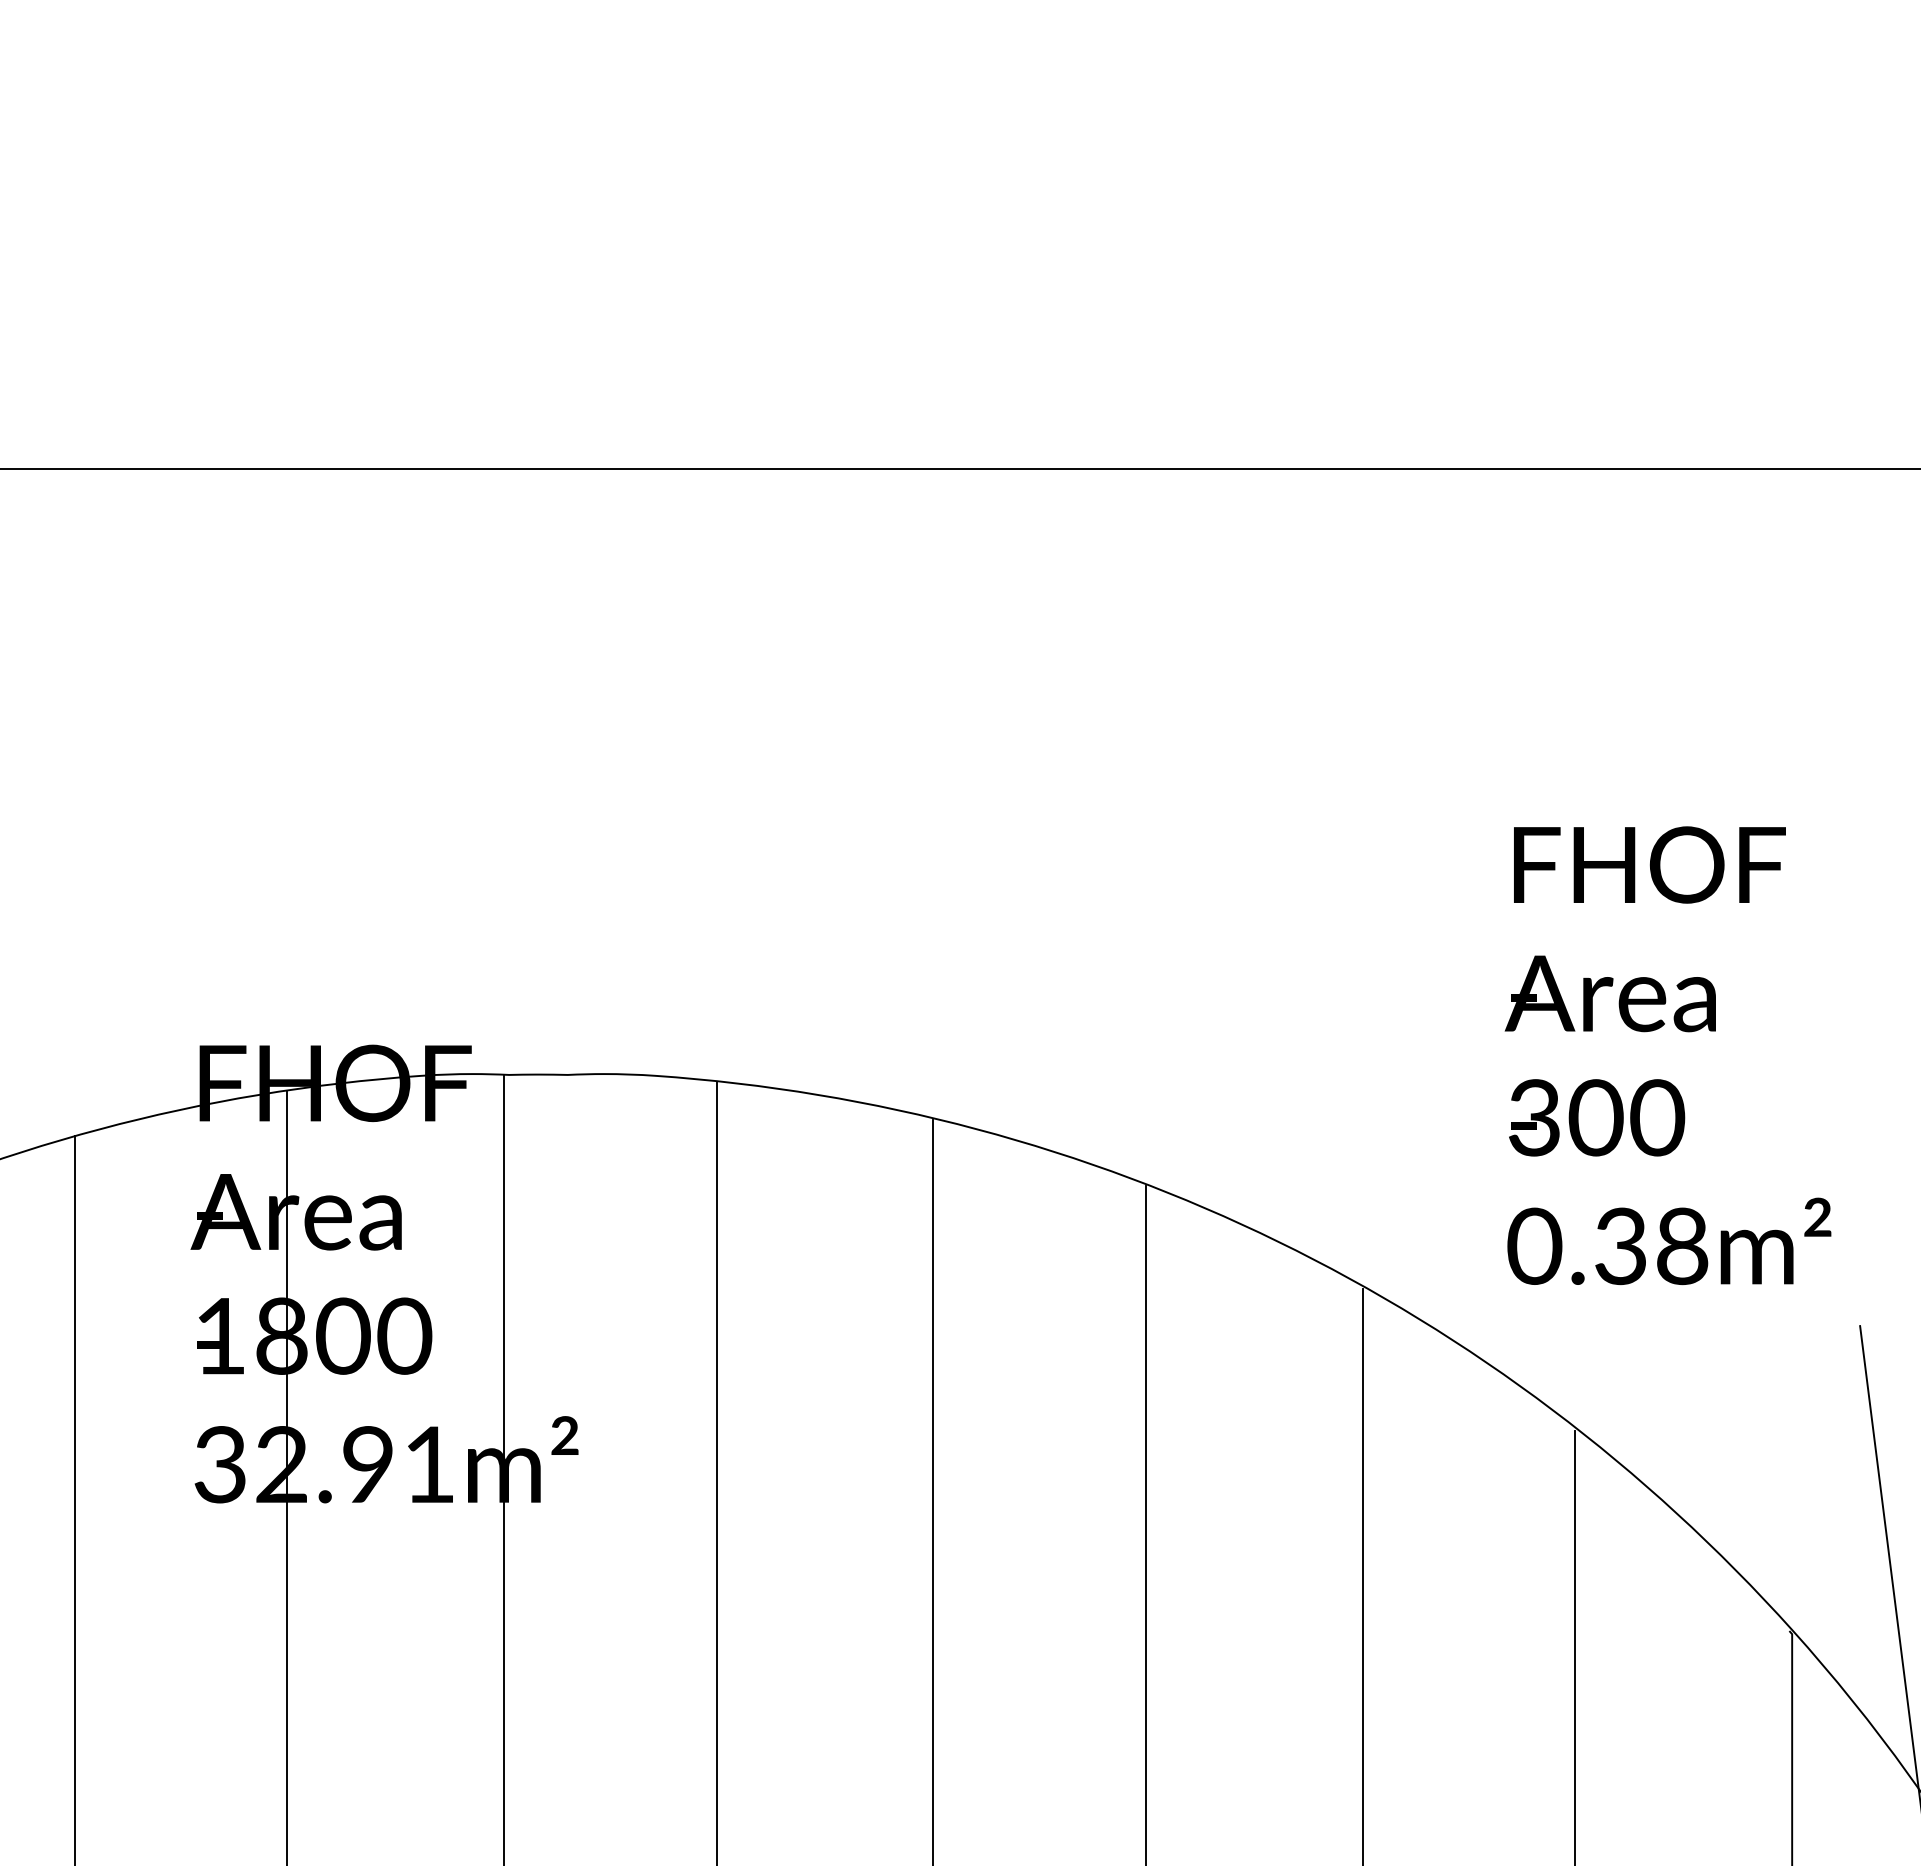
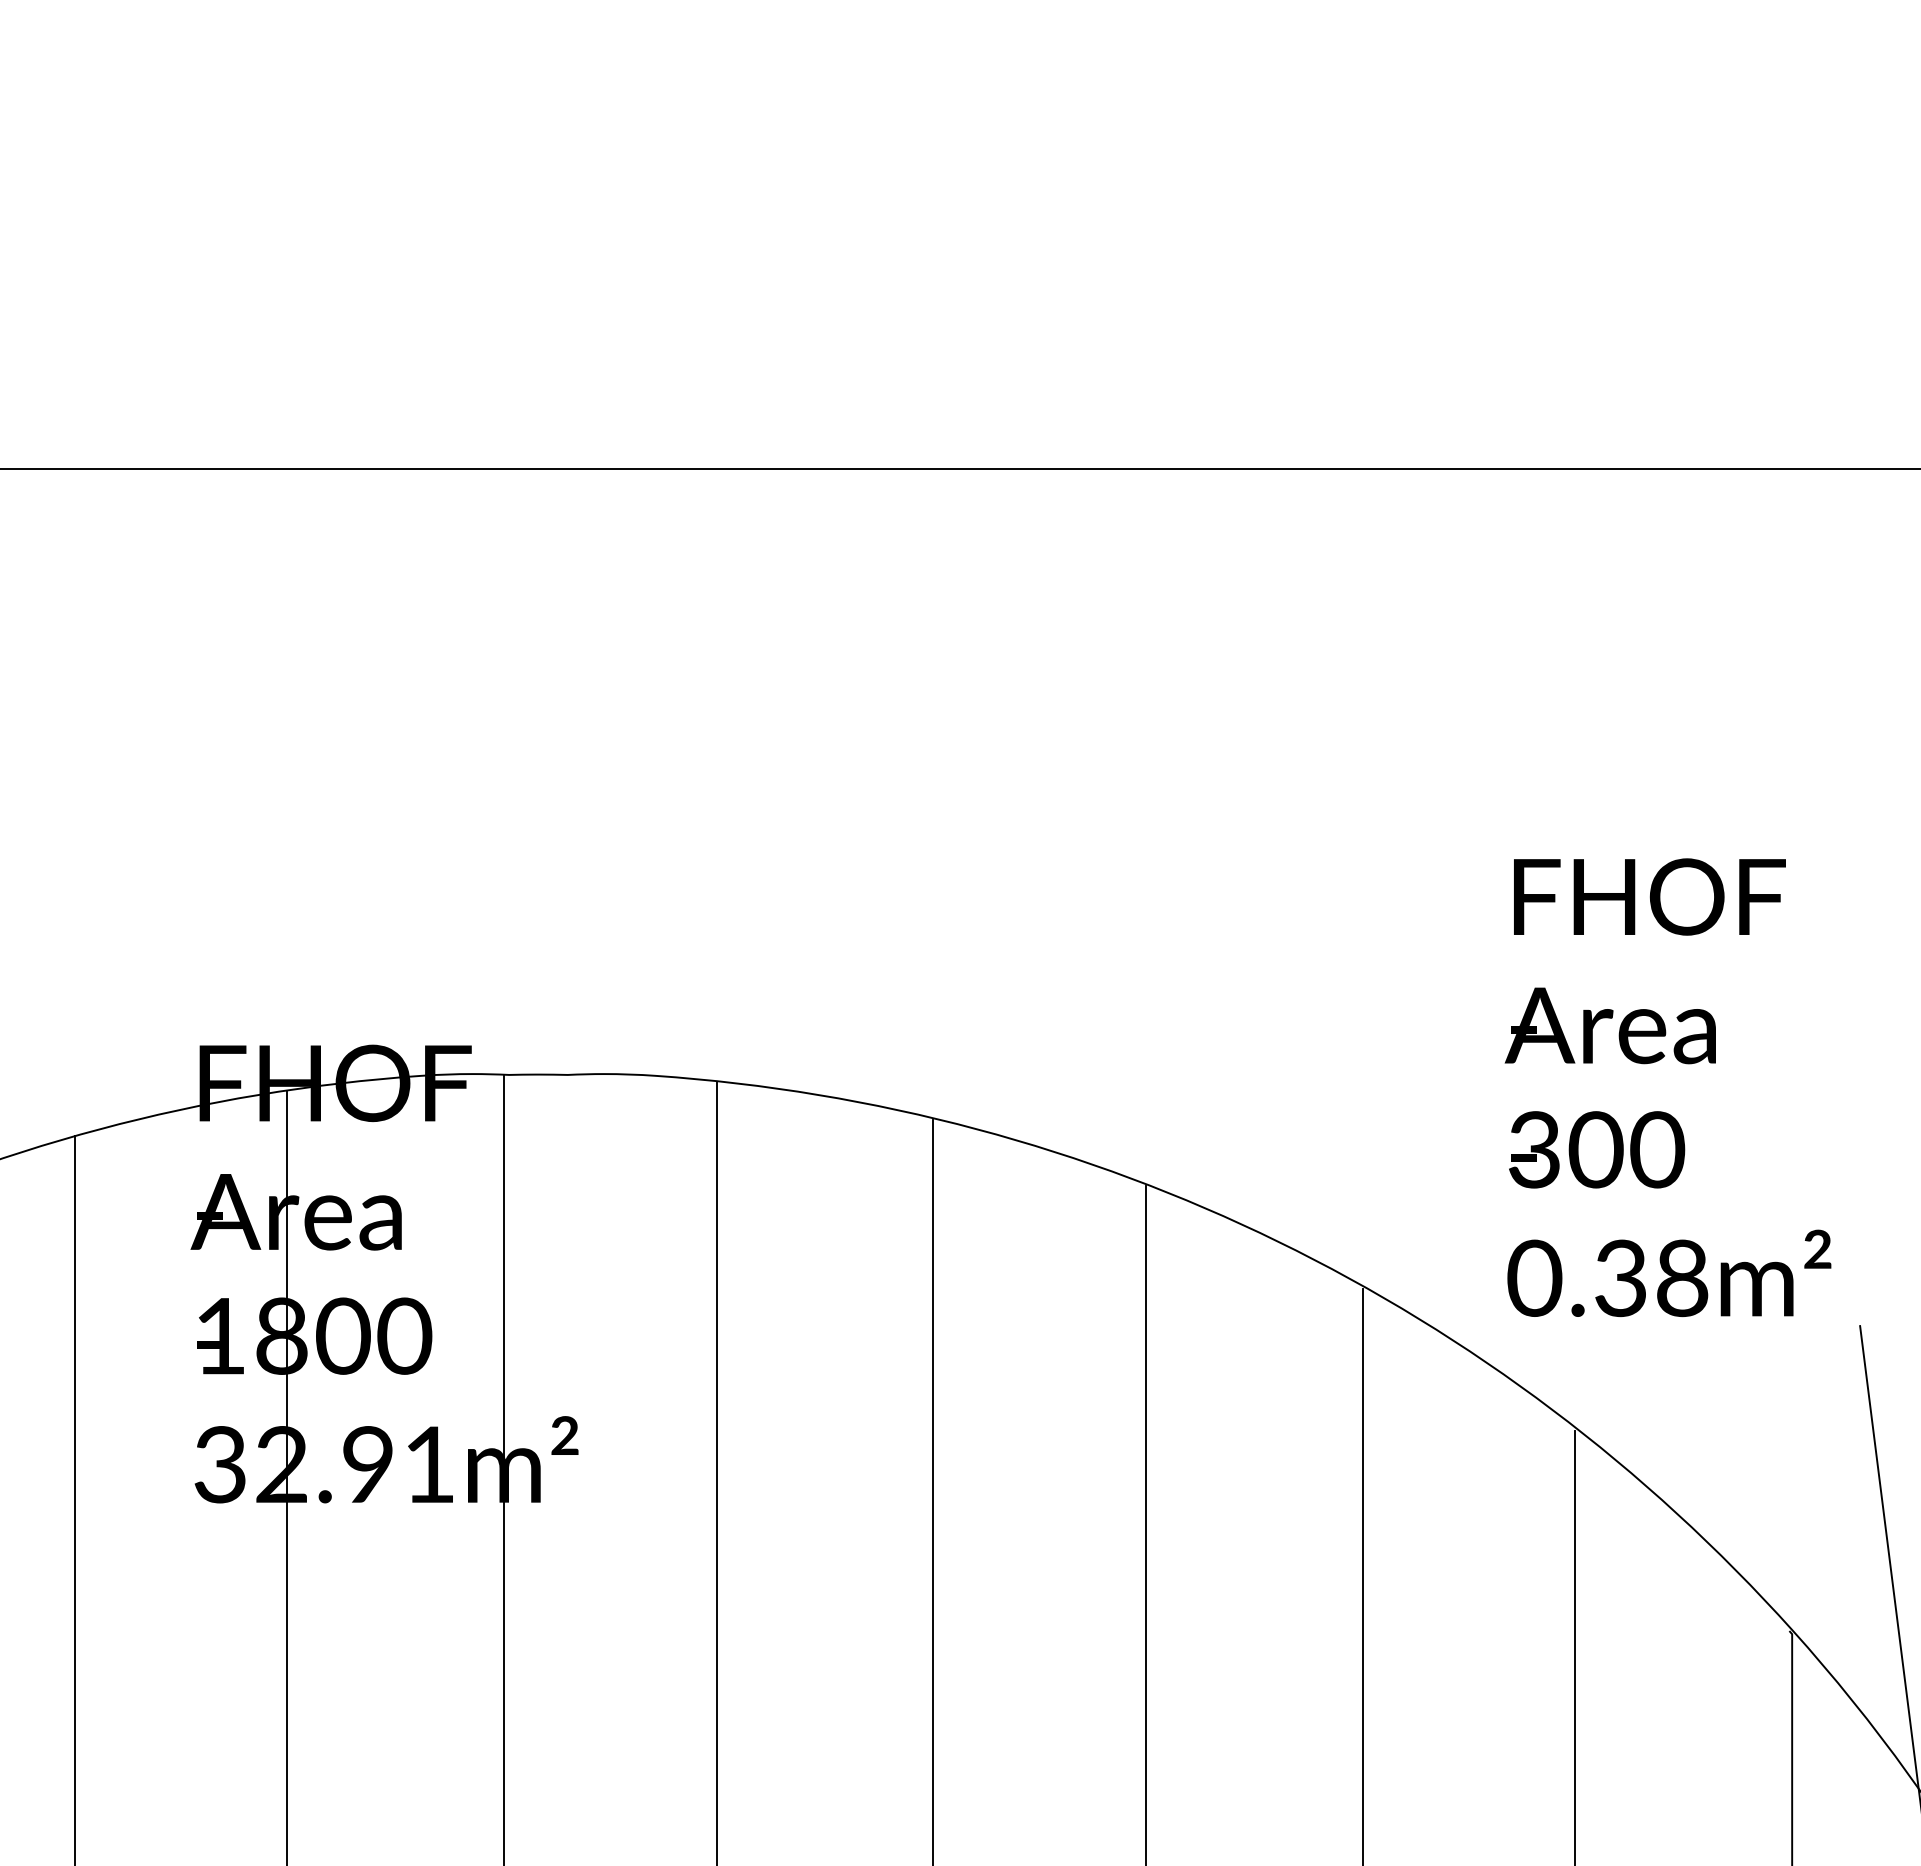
text at (1667, 1055) position: (1667, 1055) -> (1667, 1087)
